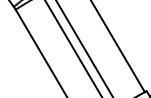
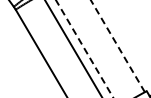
line at (117, 45): solid -> dashed
line at (85, 49): solid -> dashed
